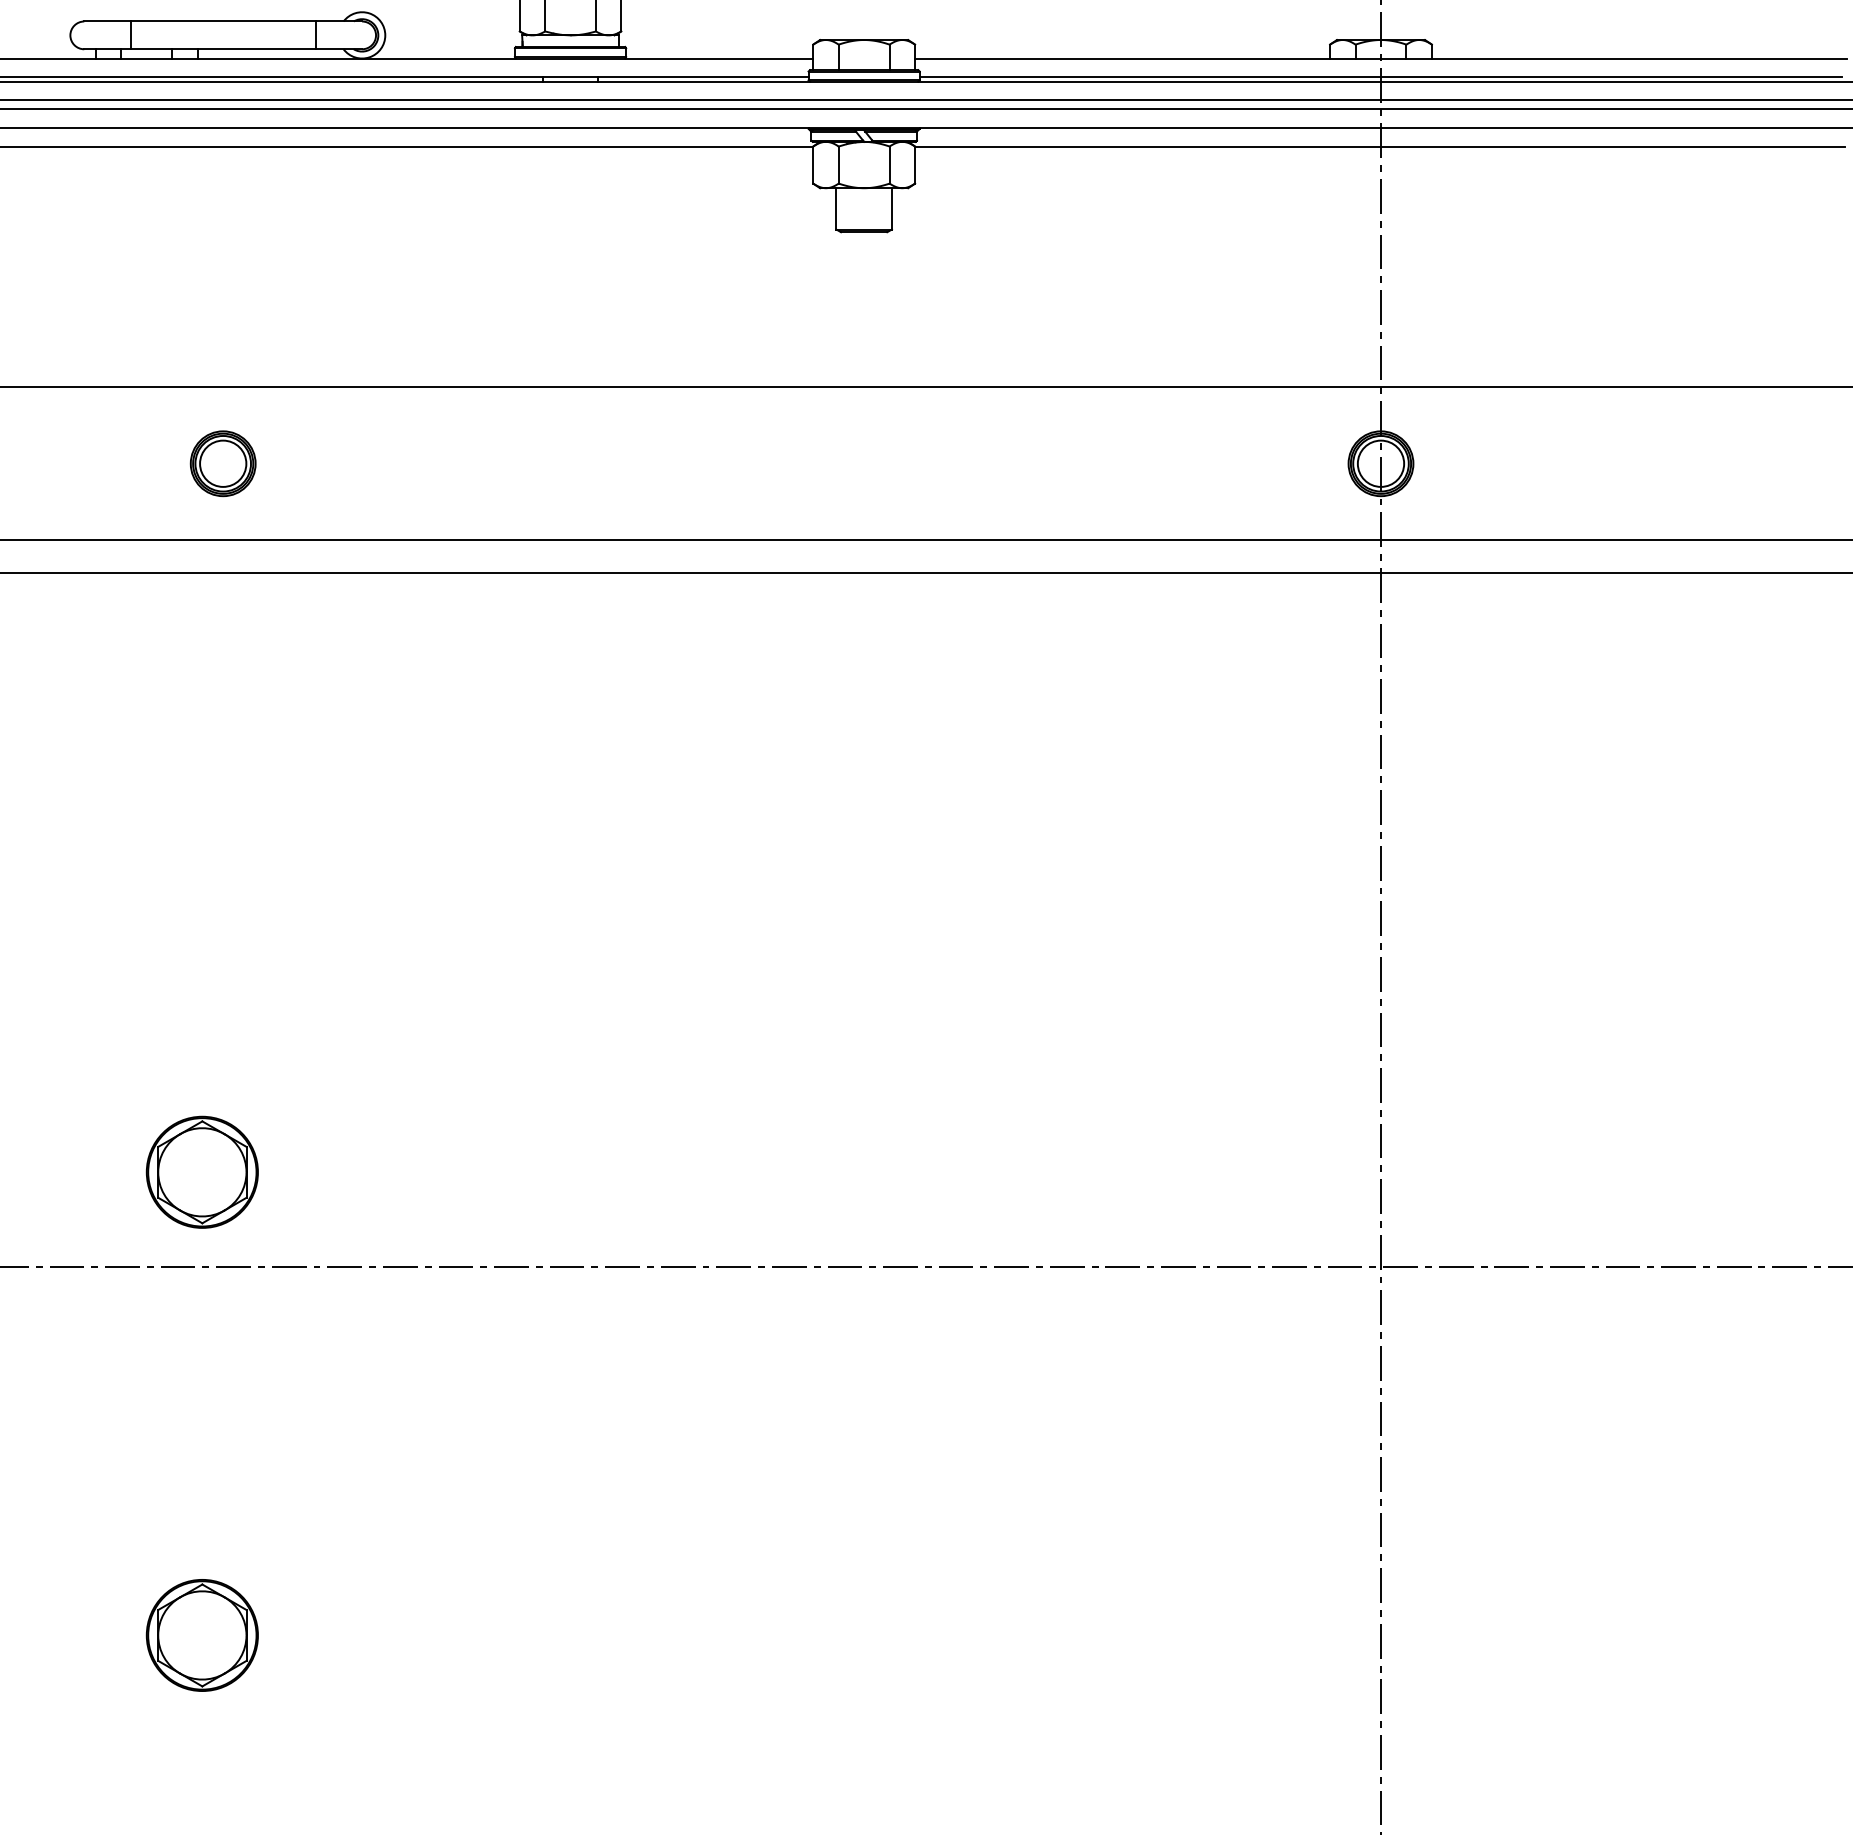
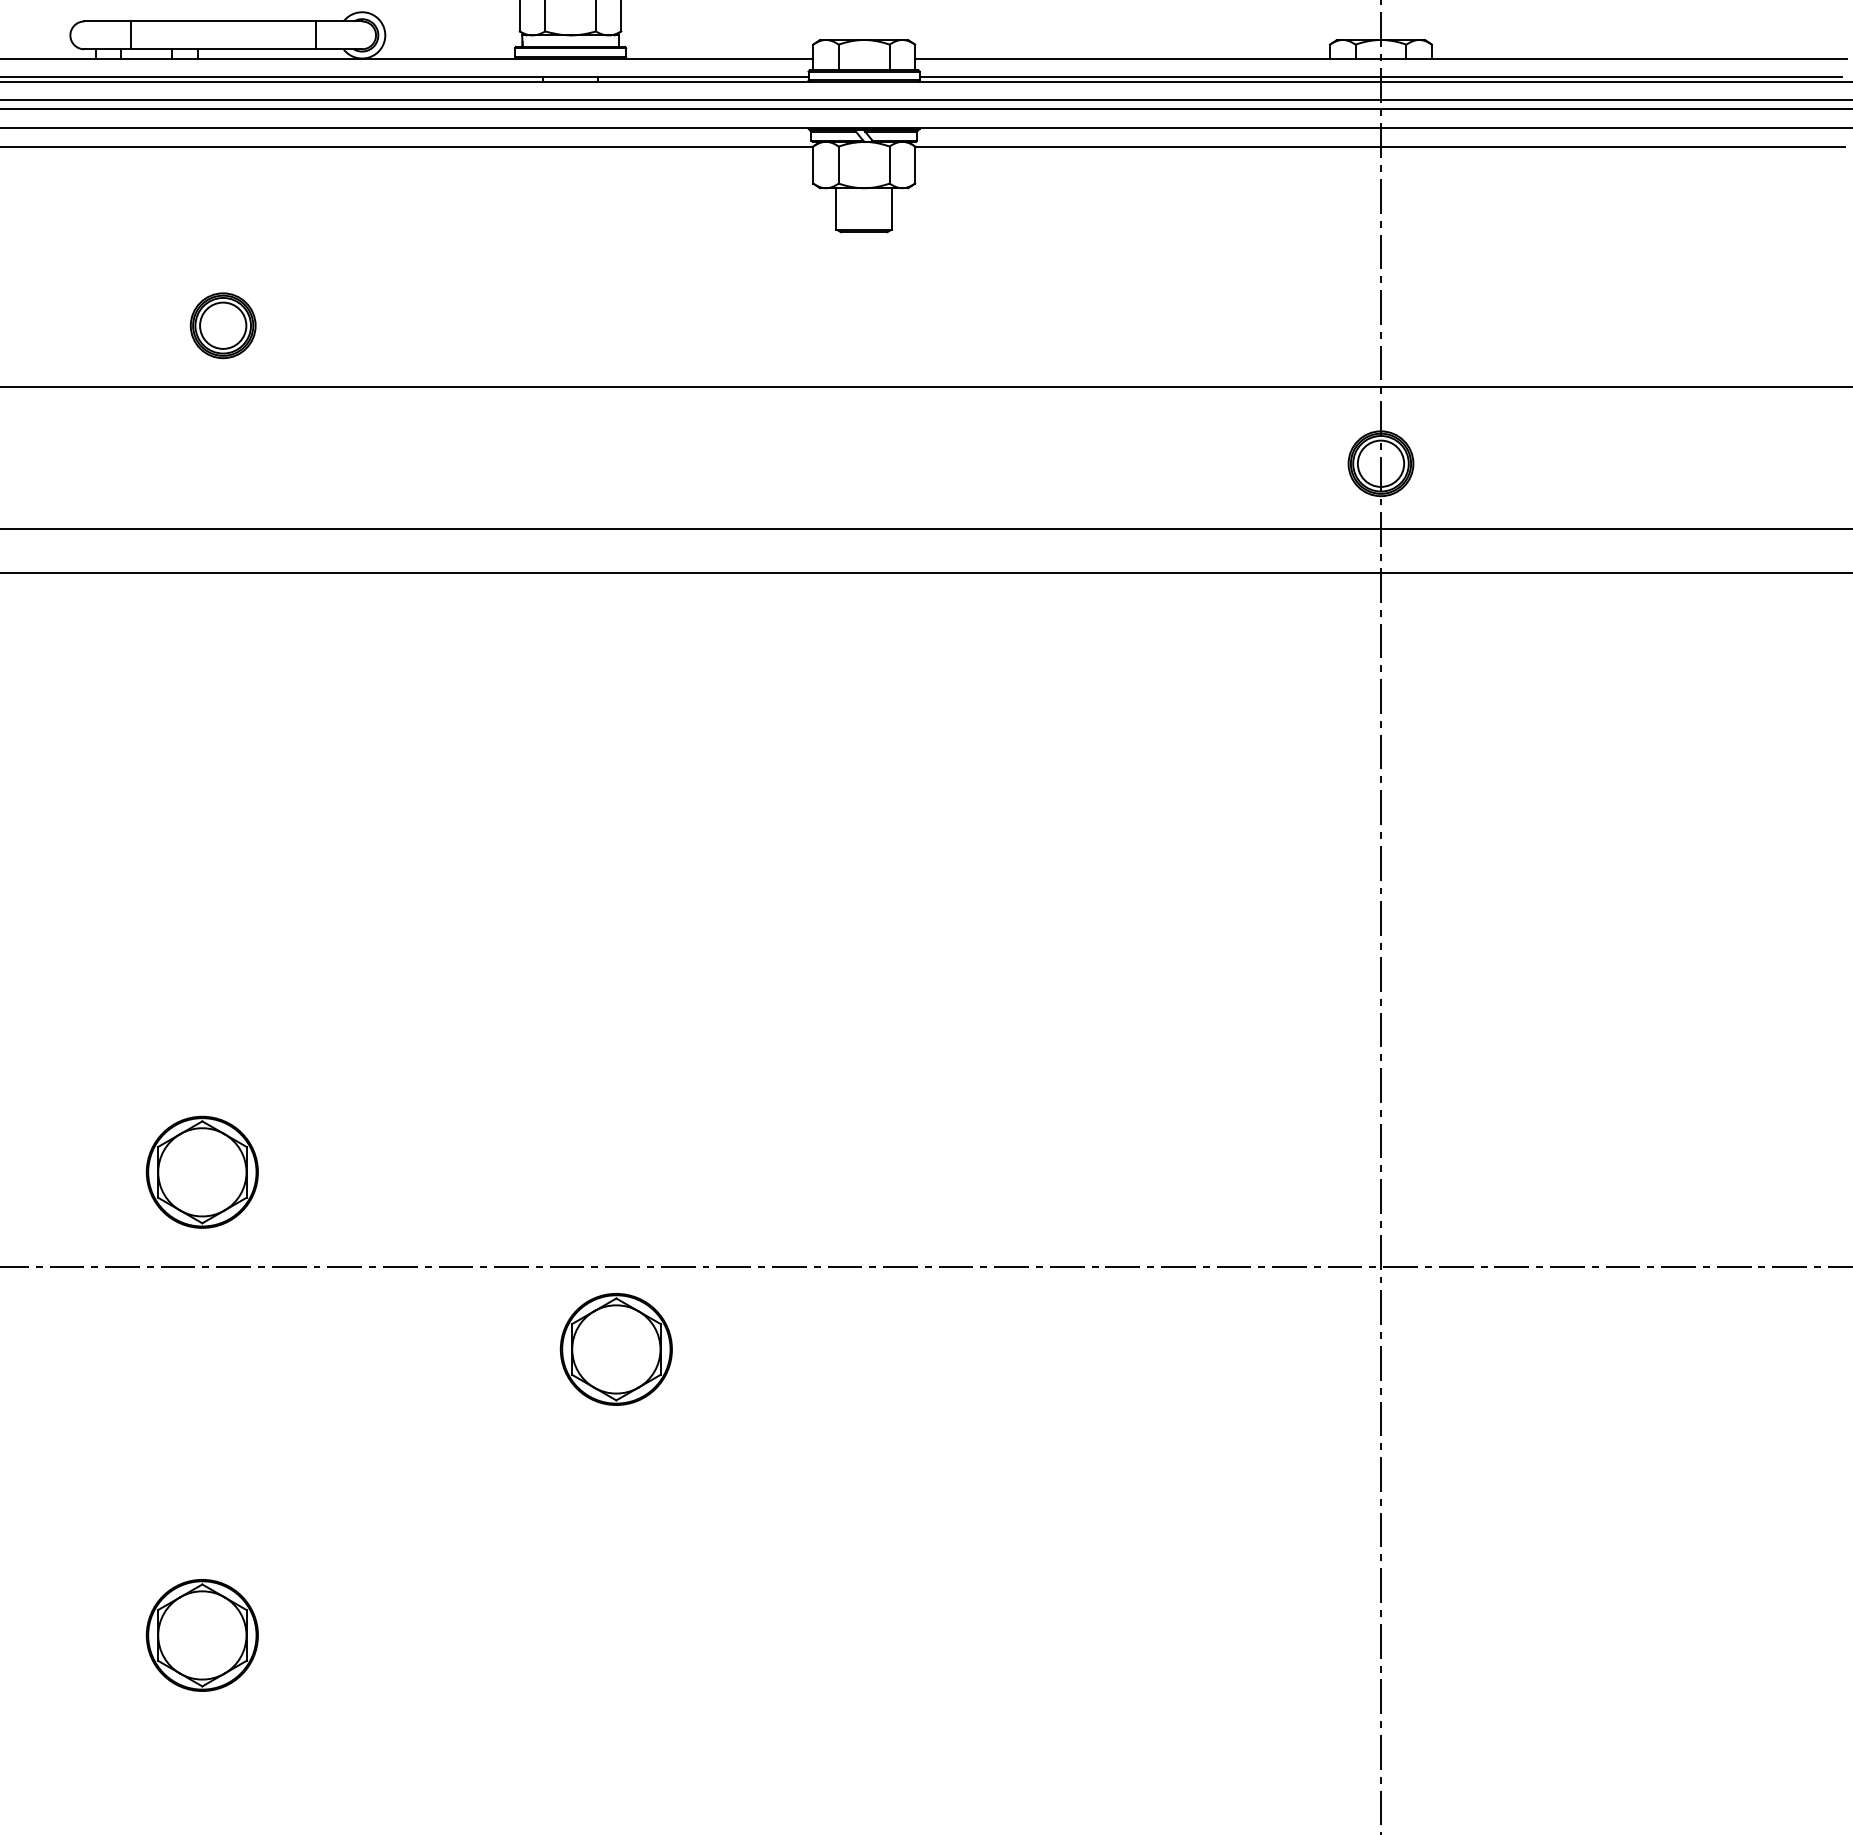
part at (222, 463) position: (222, 463) -> (222, 325)
line at (925, 540) position: (925, 540) -> (925, 529)
part at (615, 1349): none -> present
